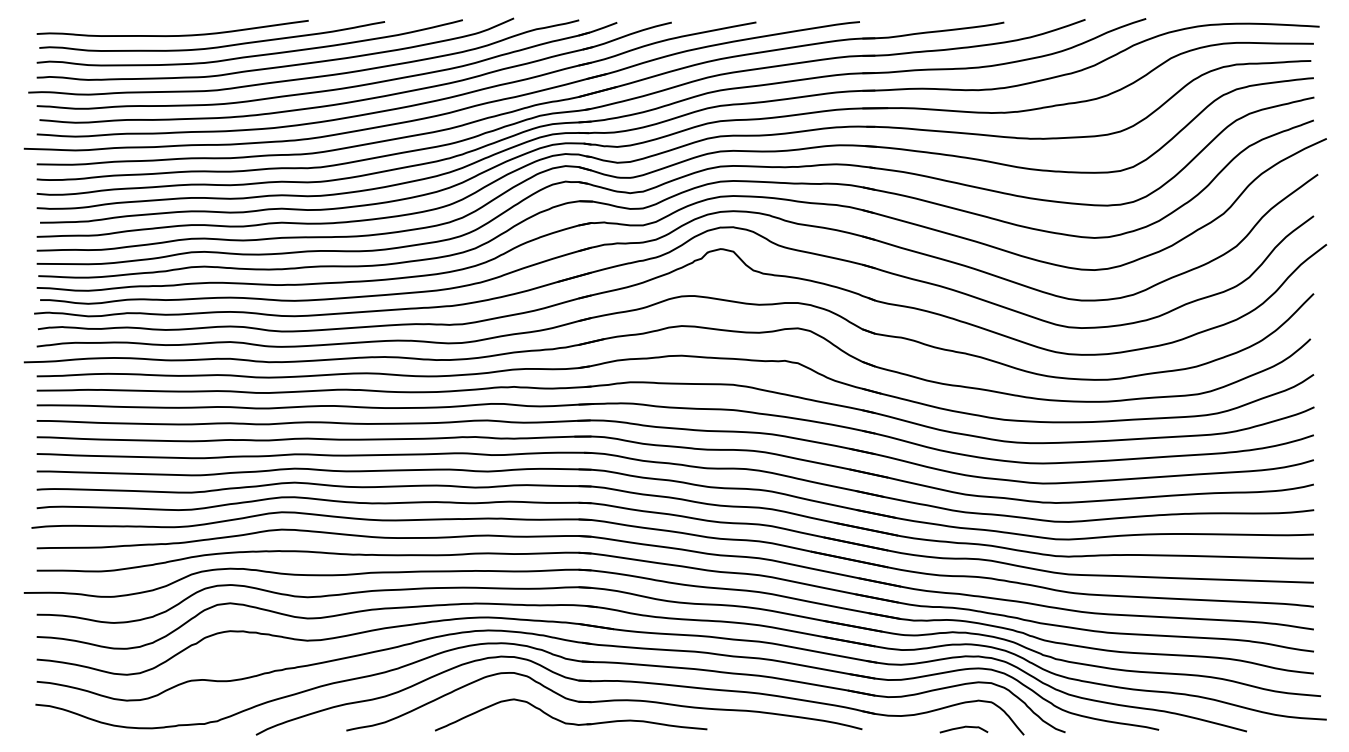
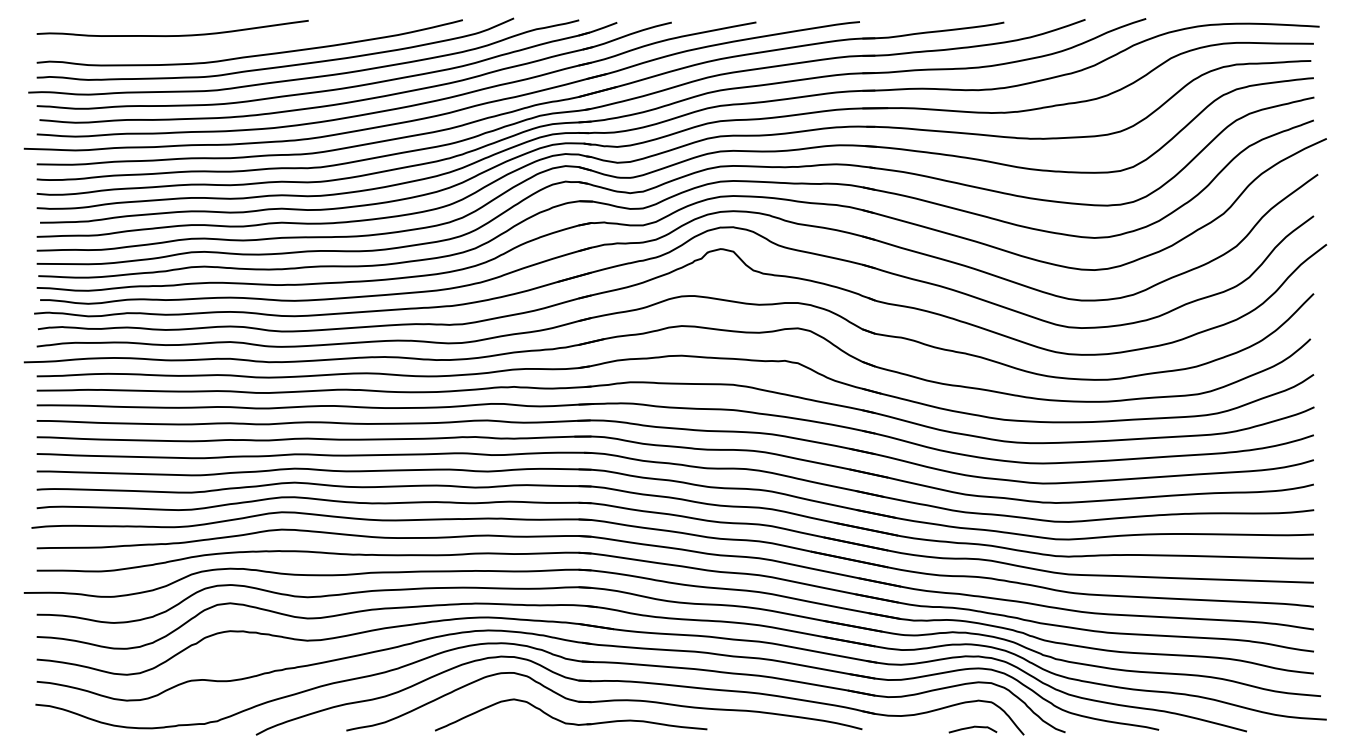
curve at (214, 46): present -> none
curve at (963, 728) position: (963, 728) -> (972, 728)
